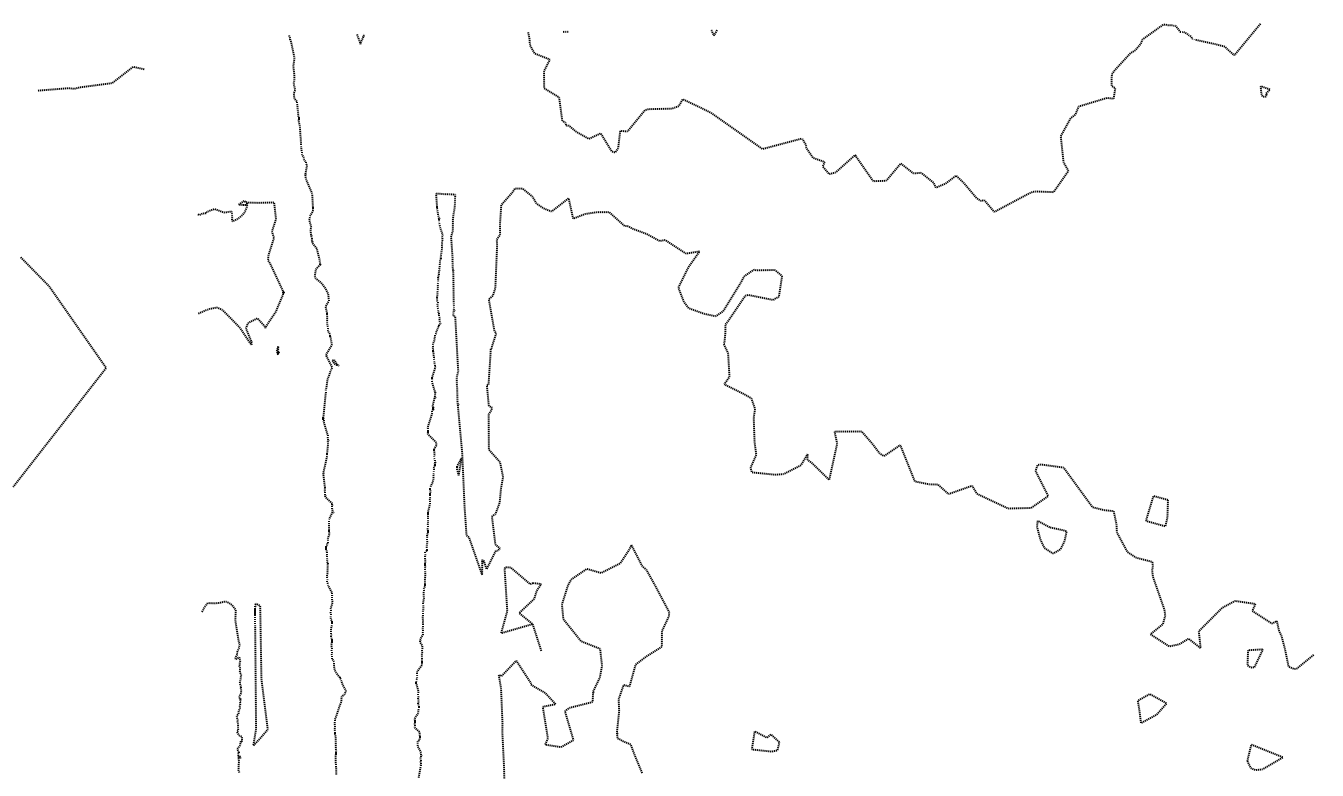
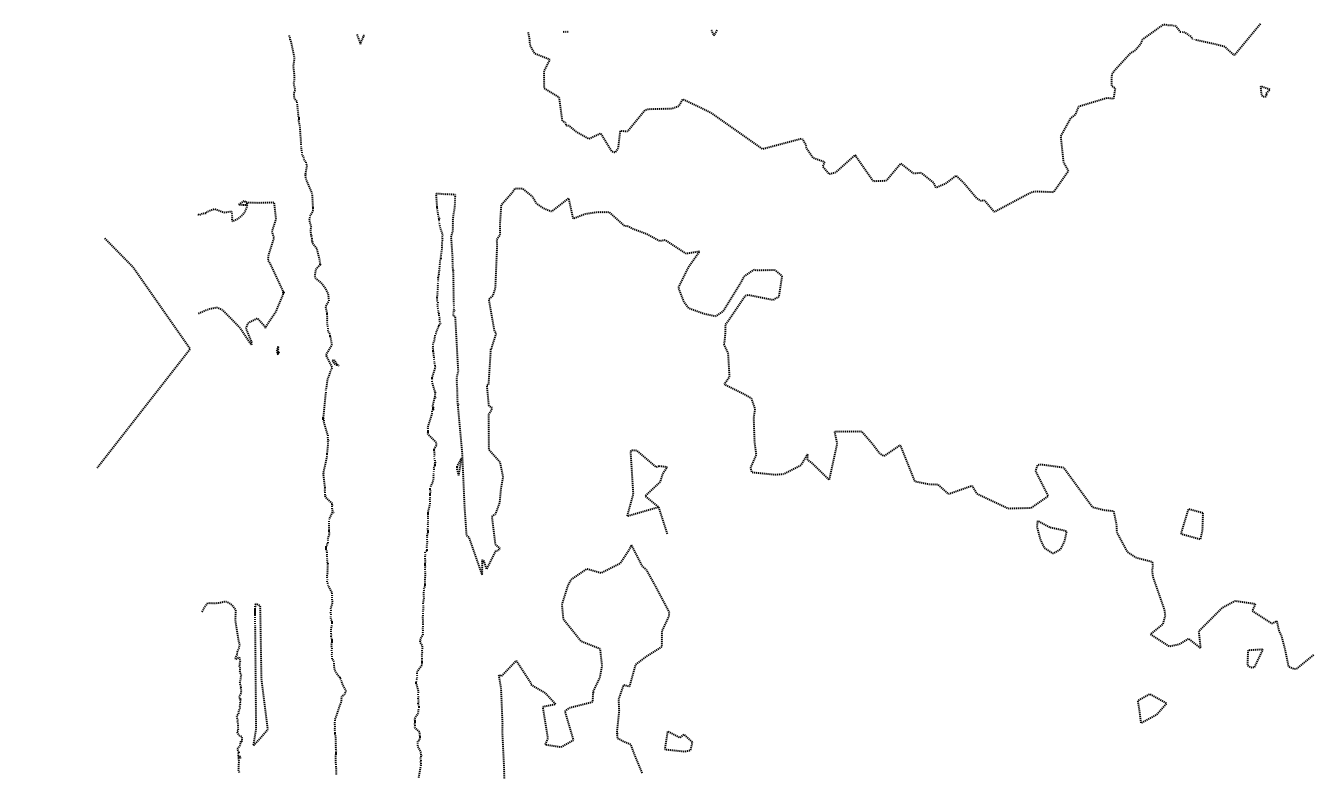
curve at (92, 84): present -> none
curve at (85, 392) position: (85, 392) -> (169, 373)
part at (1156, 510) position: (1156, 510) -> (1191, 523)
part at (520, 608) position: (520, 608) -> (646, 491)
part at (765, 741) position: (765, 741) -> (678, 741)
part at (1264, 757): present -> none
